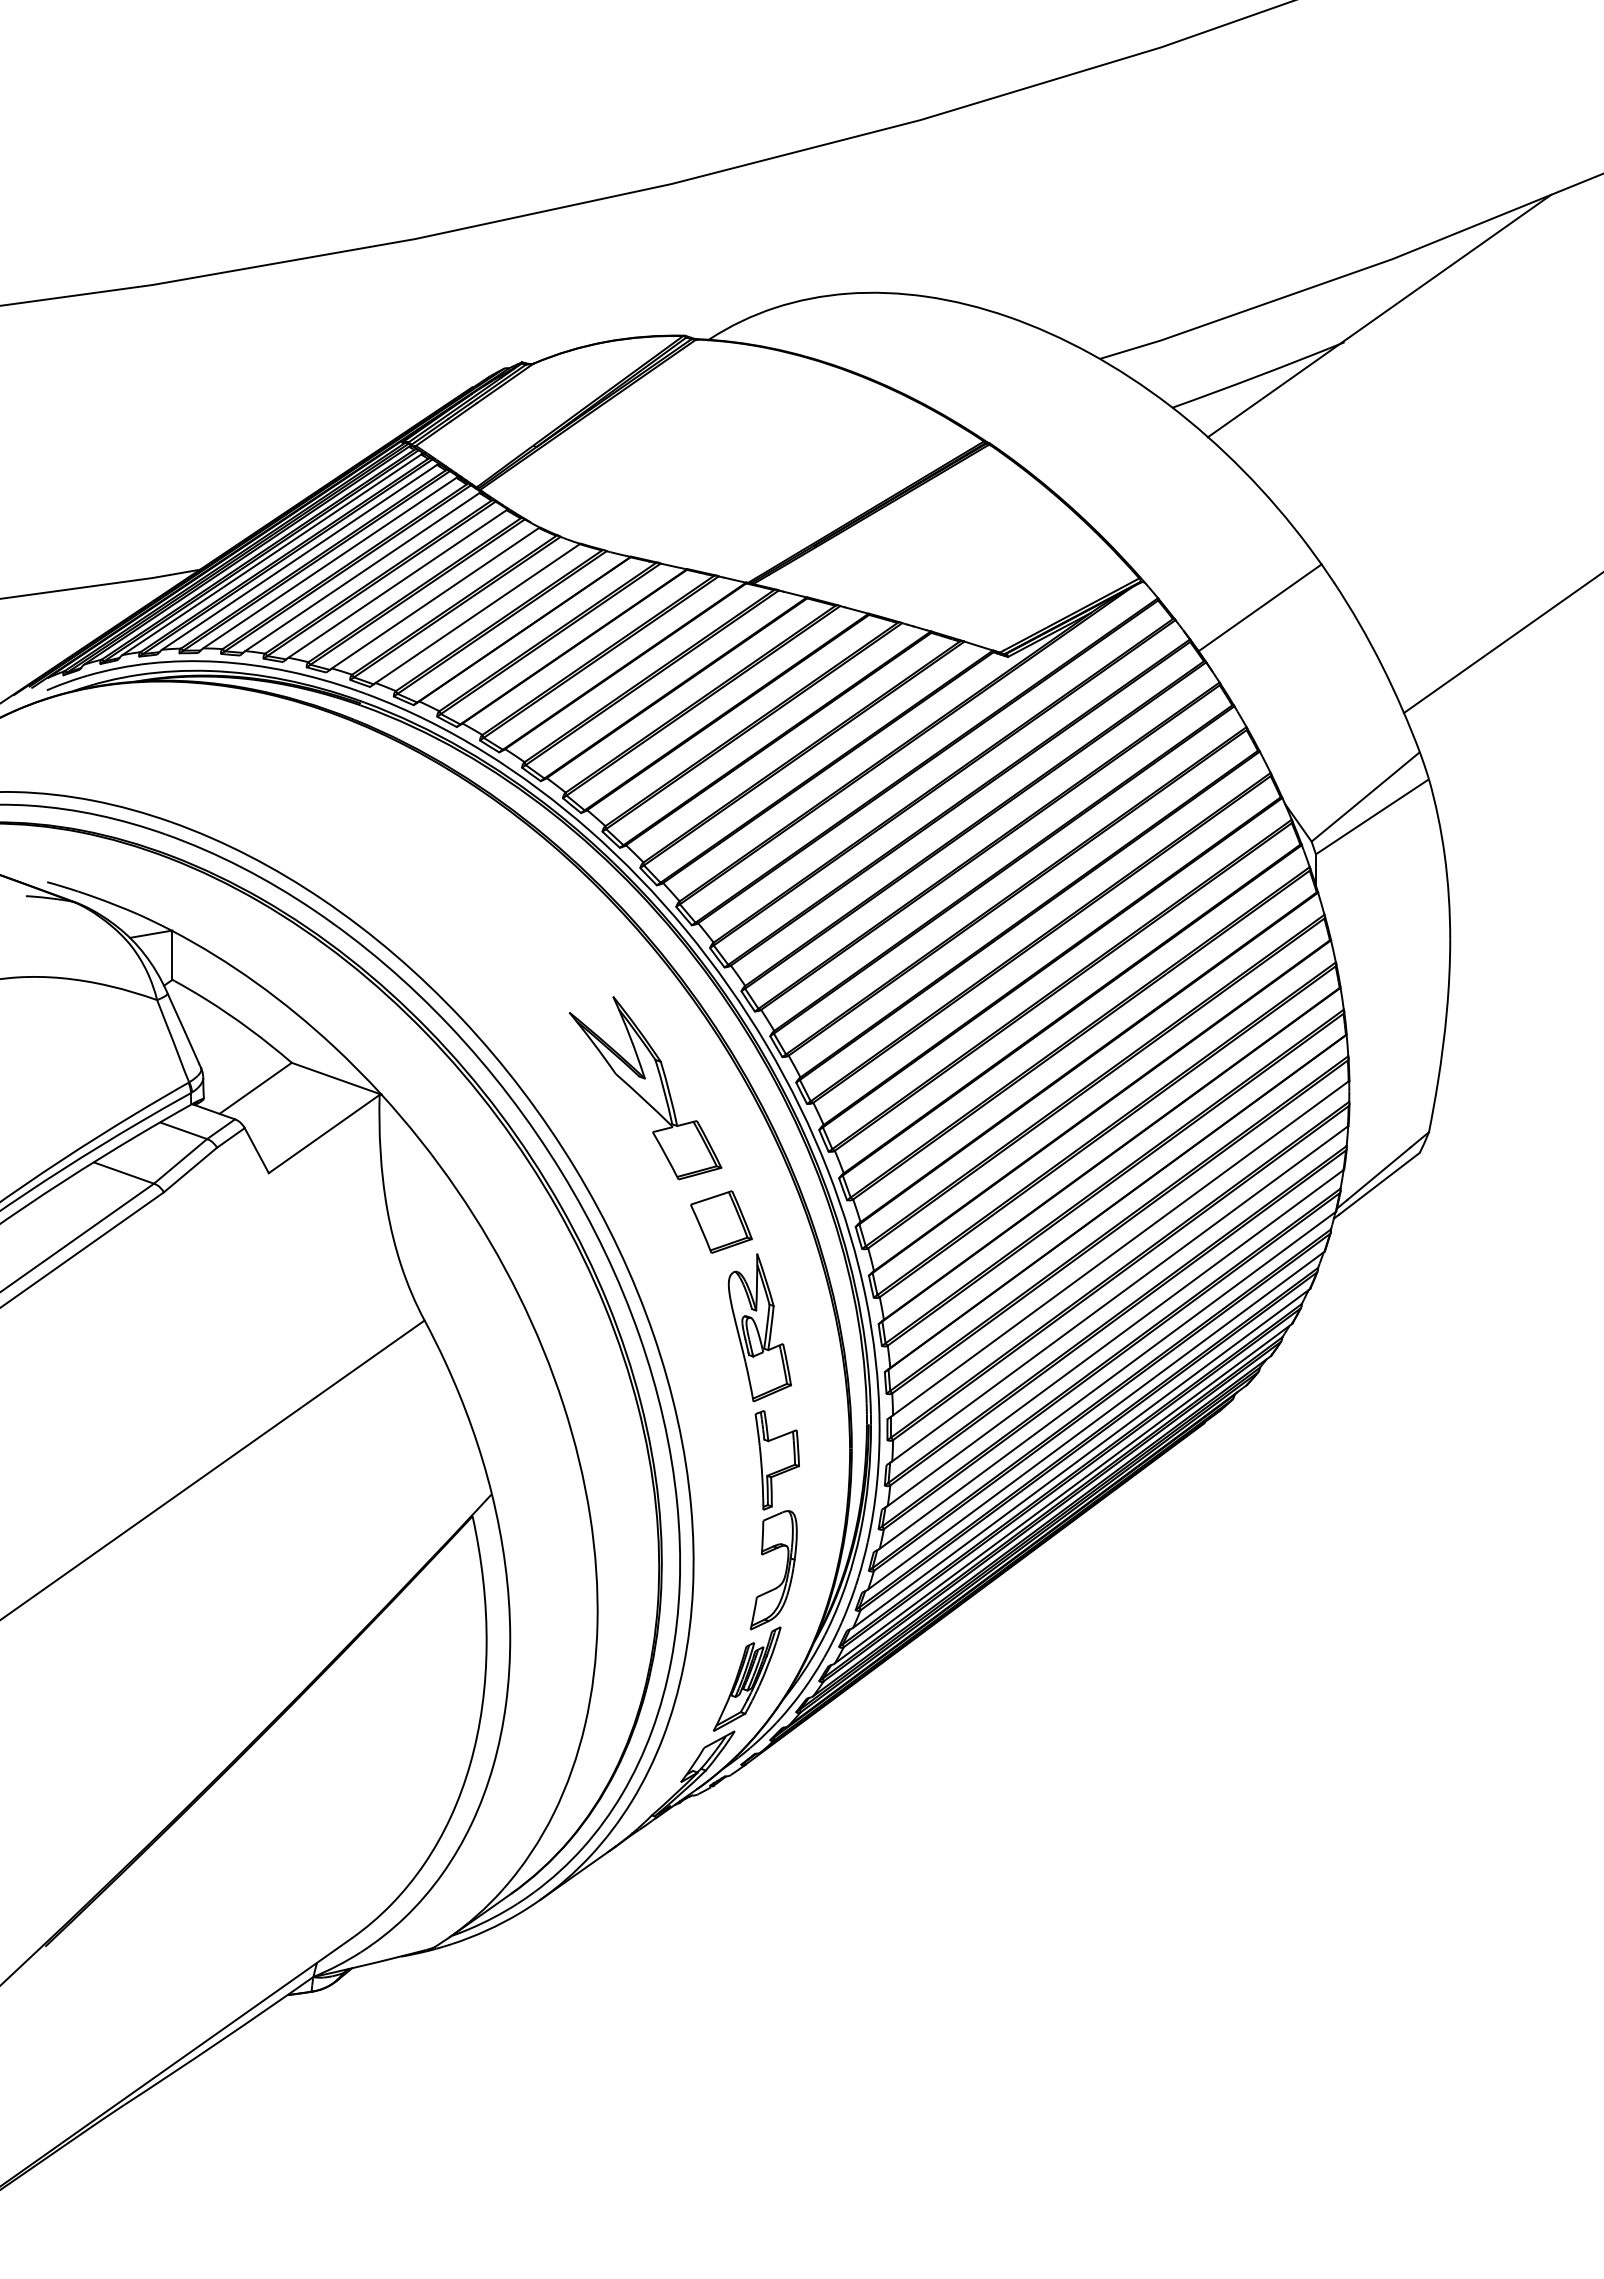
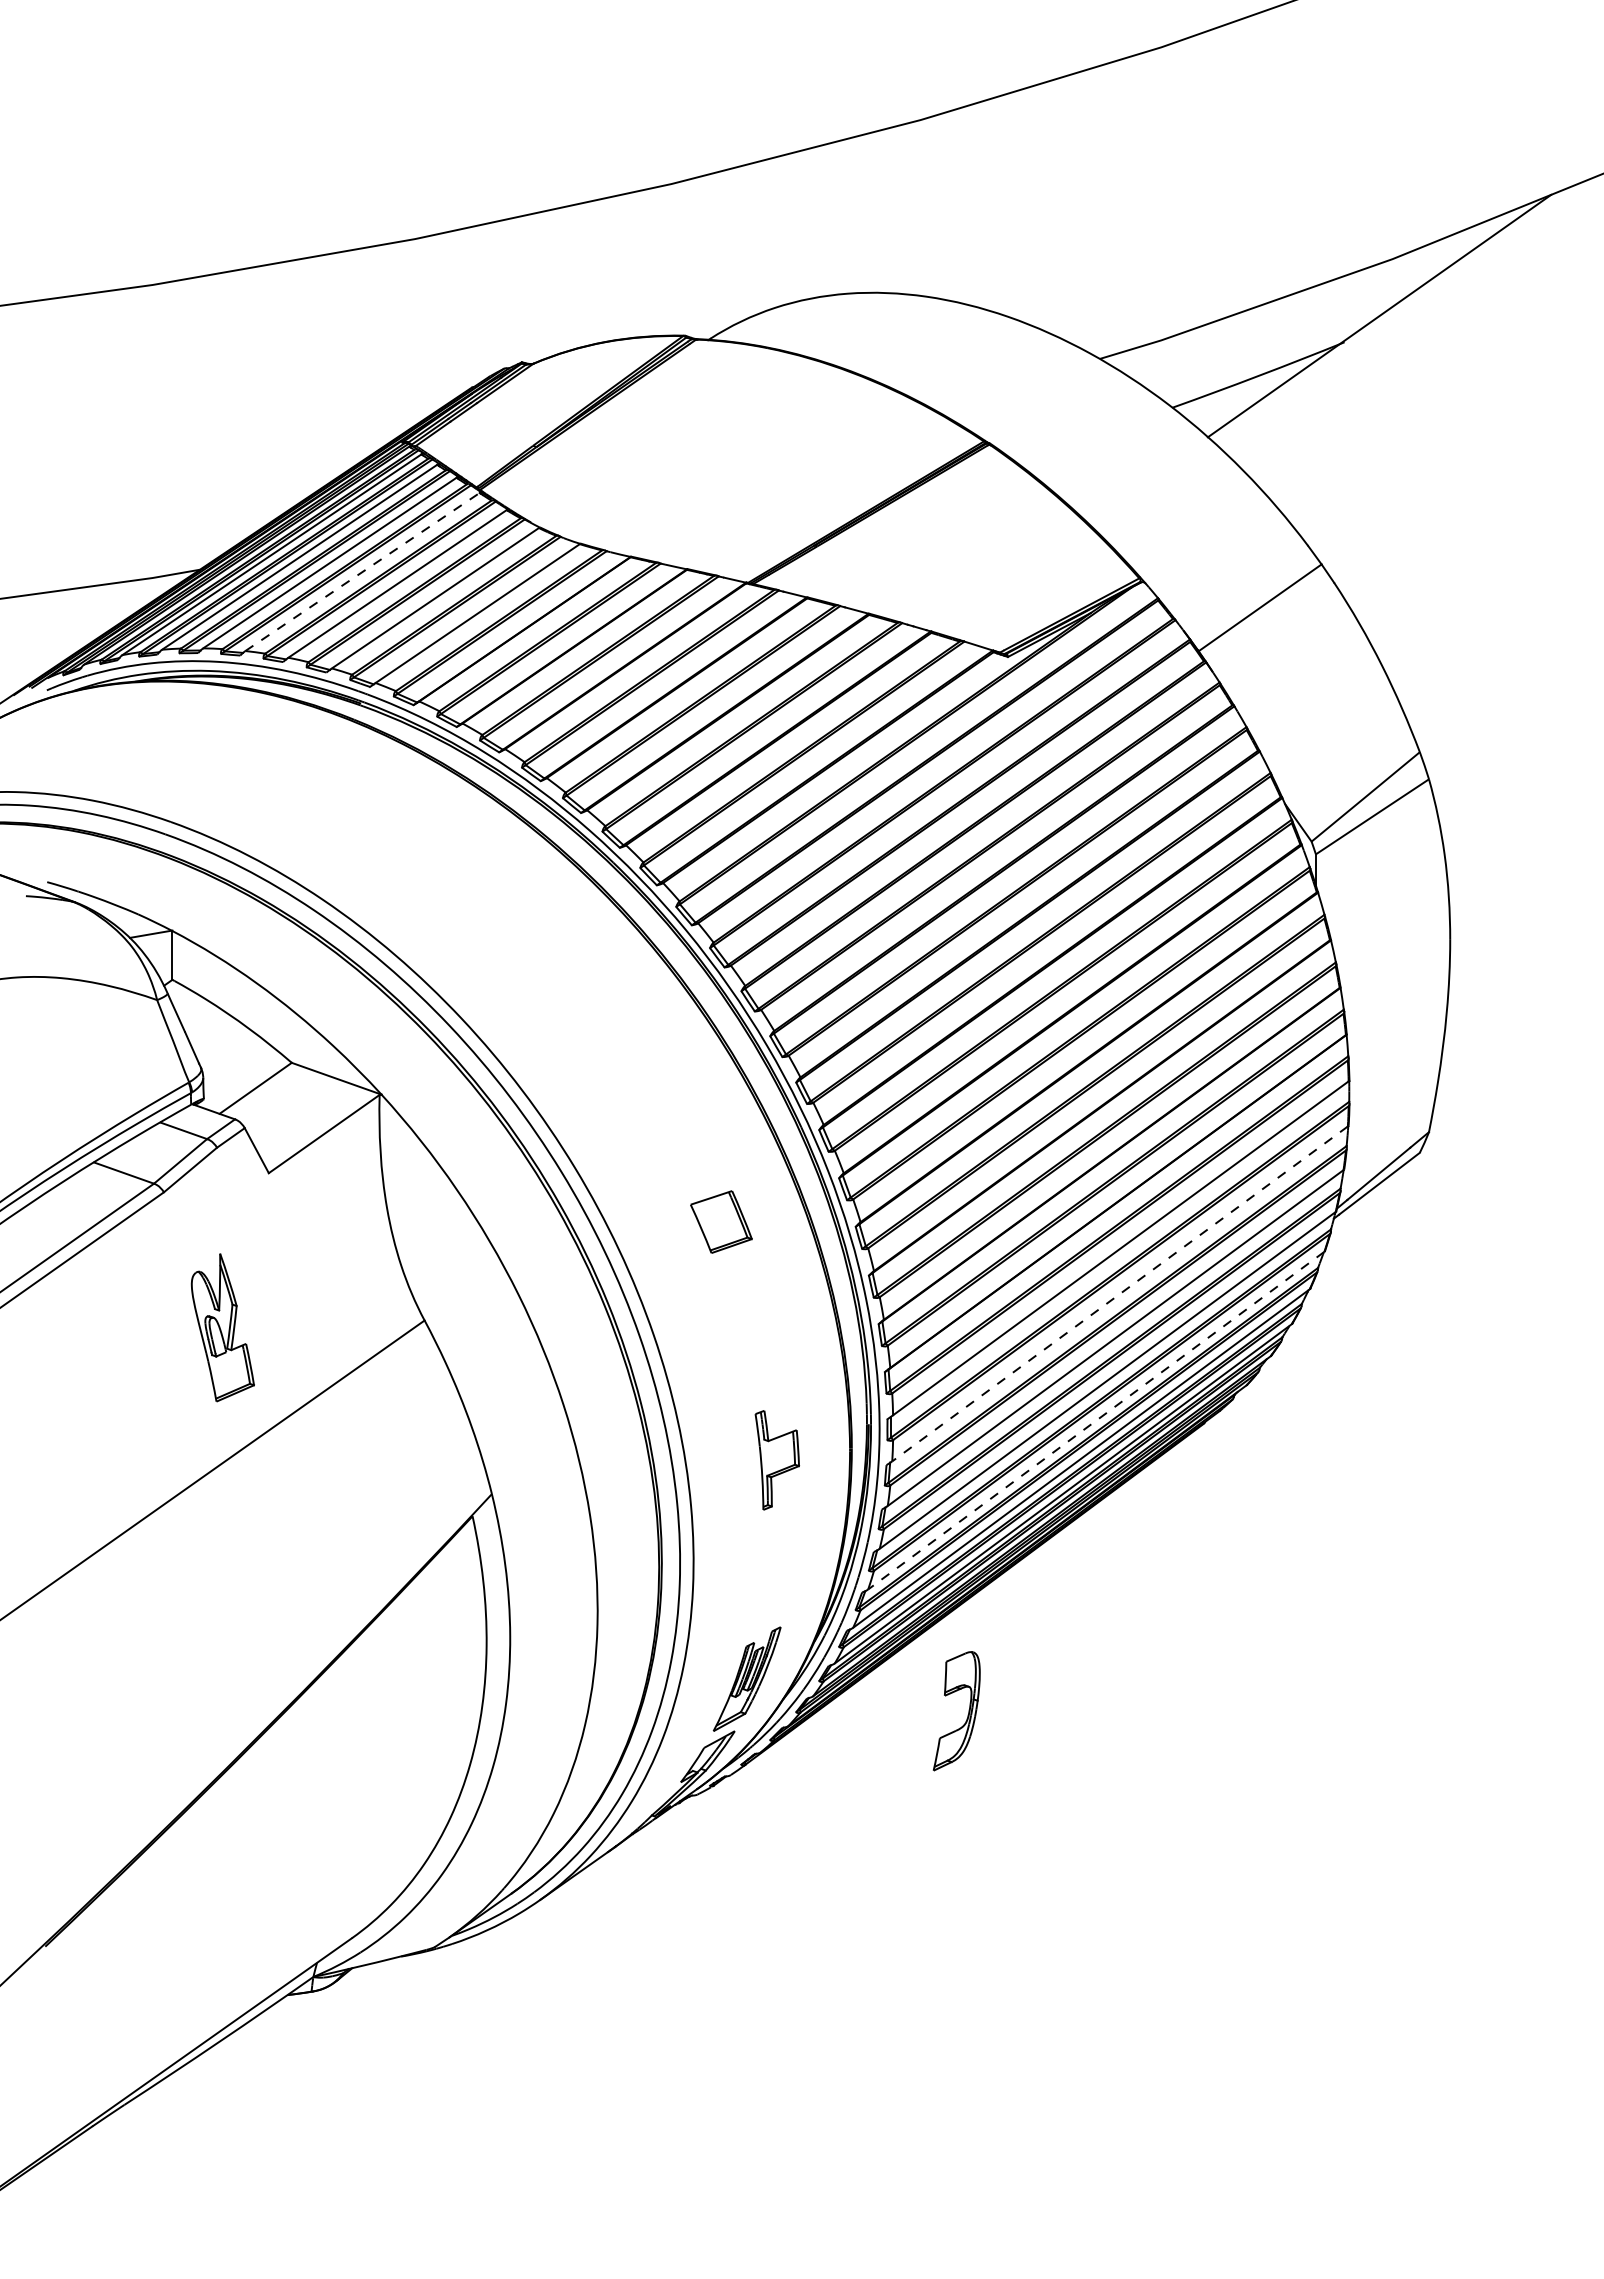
line at (362, 571): solid -> dashed
line at (1501, 643): present -> none
part at (645, 1088): present -> none
line at (1120, 1293): solid -> dashed
part at (759, 1327) position: (759, 1327) -> (222, 1327)
line at (1096, 1420): solid -> dashed
part at (784, 1574) position: (784, 1574) -> (967, 1715)
